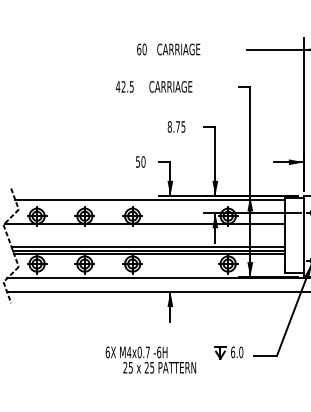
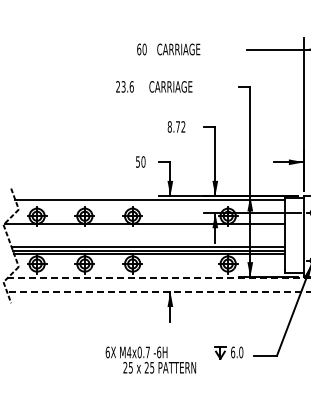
text at (124, 86): 42.5 -> 23.6
text at (183, 126): 8.75 -> 8.72
line at (159, 278): solid -> dashed
line at (158, 291): solid -> dashed
